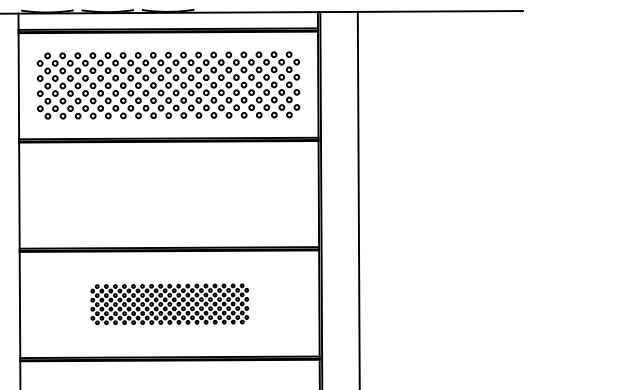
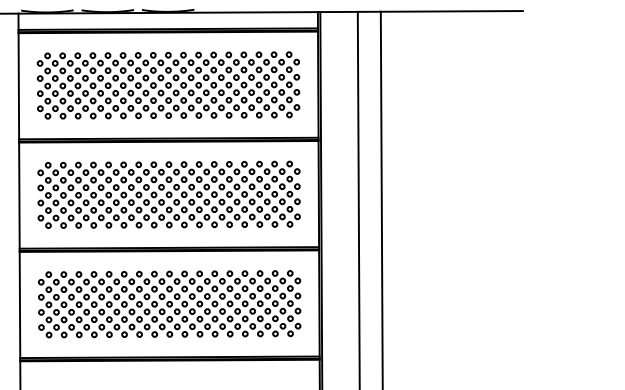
part at (168, 194): none -> present
line at (381, 198): none -> present
part at (169, 304) size: 160x43 px -> 264x69 px
